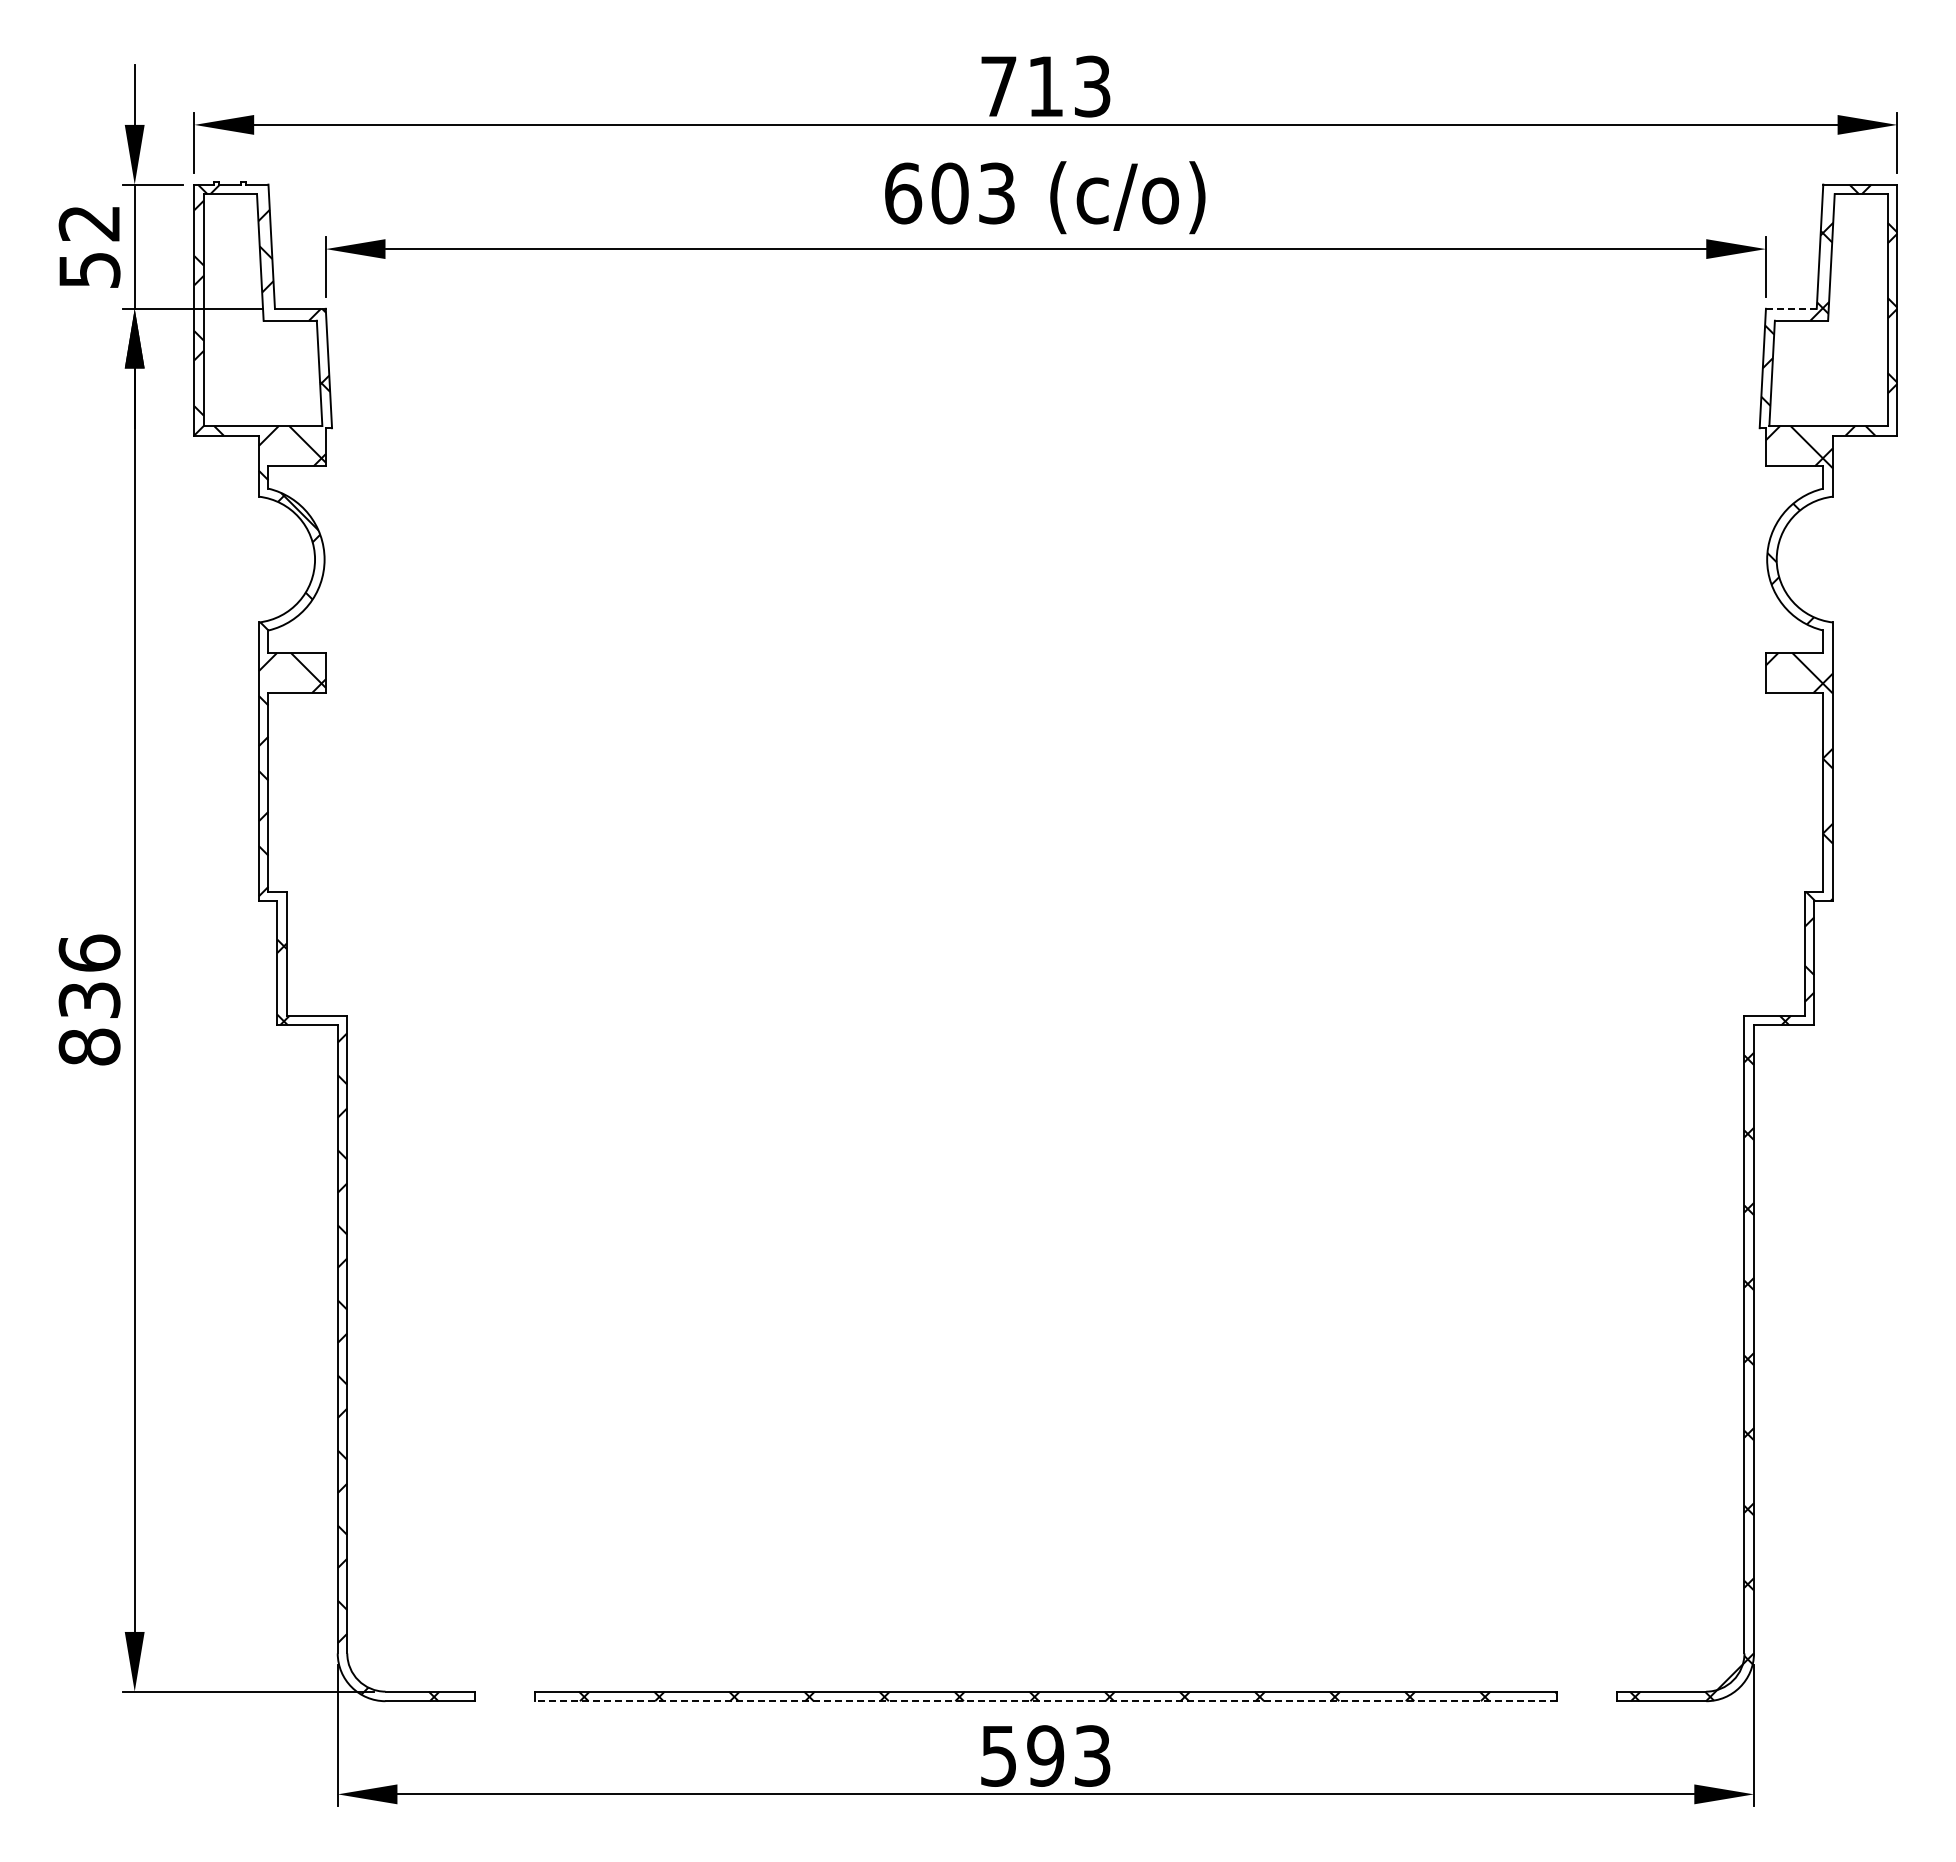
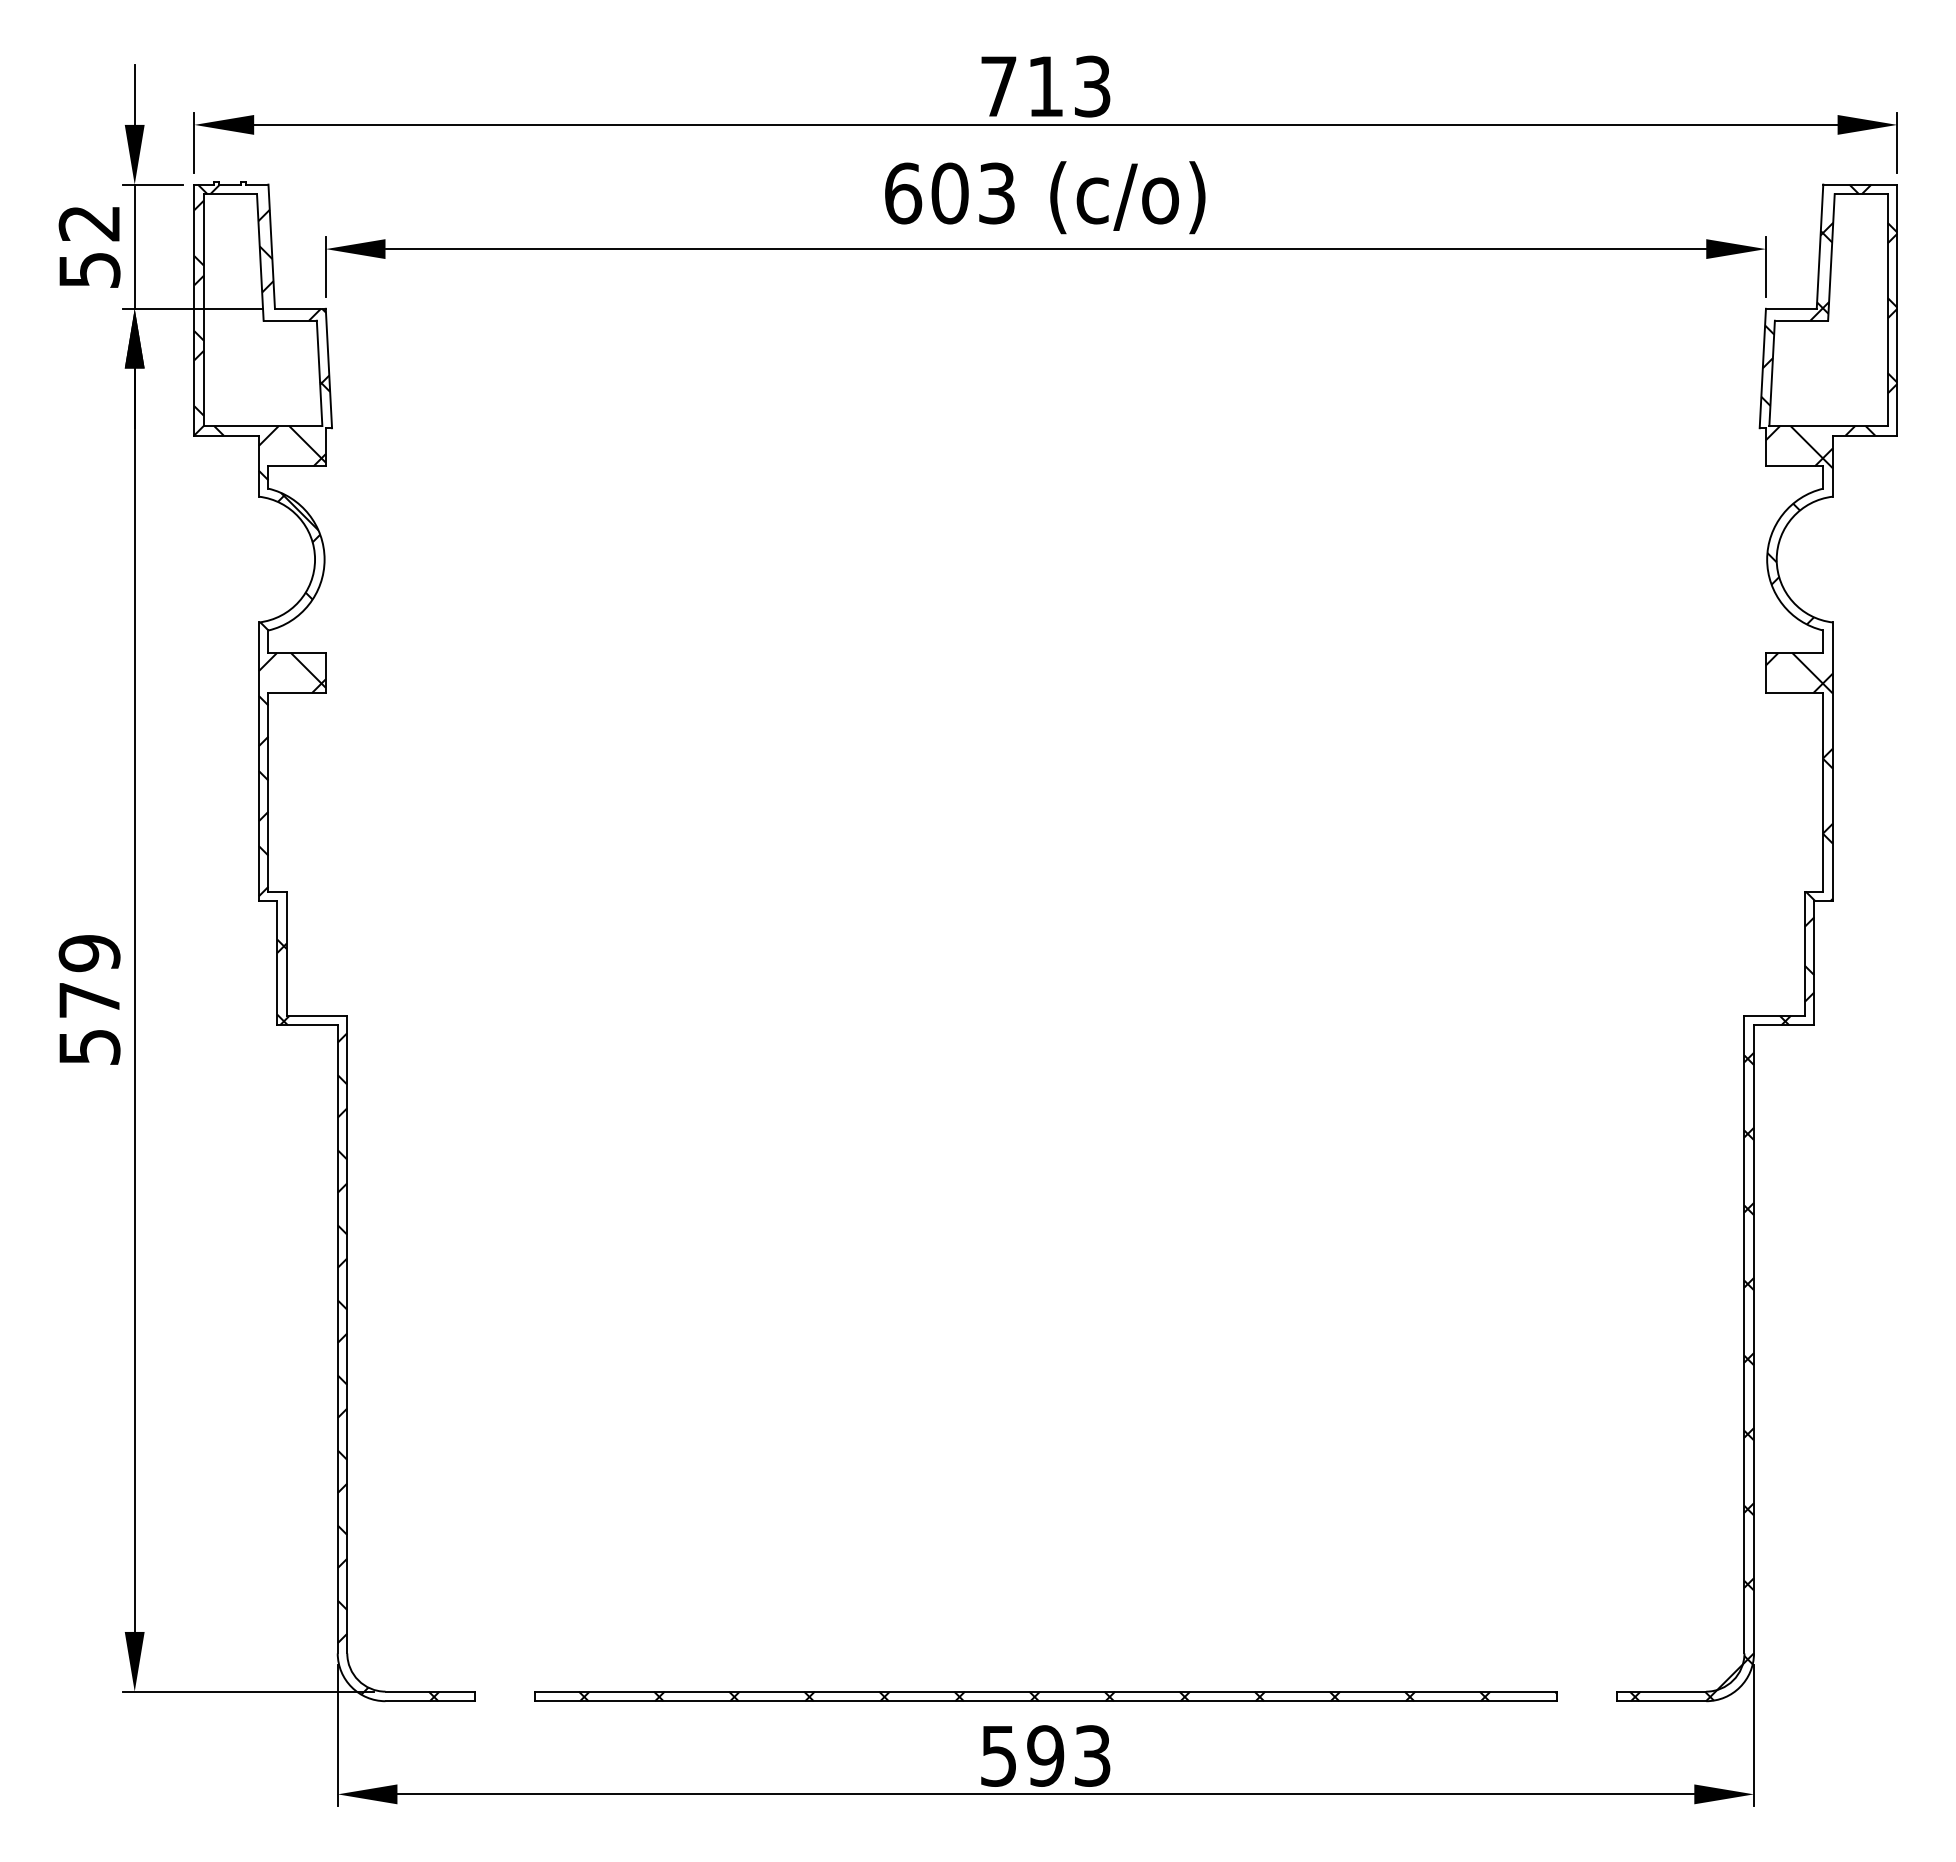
line at (1790, 308): dashed -> solid
text at (89, 999): 836 -> 579
line at (1045, 1701): dashed -> solid
